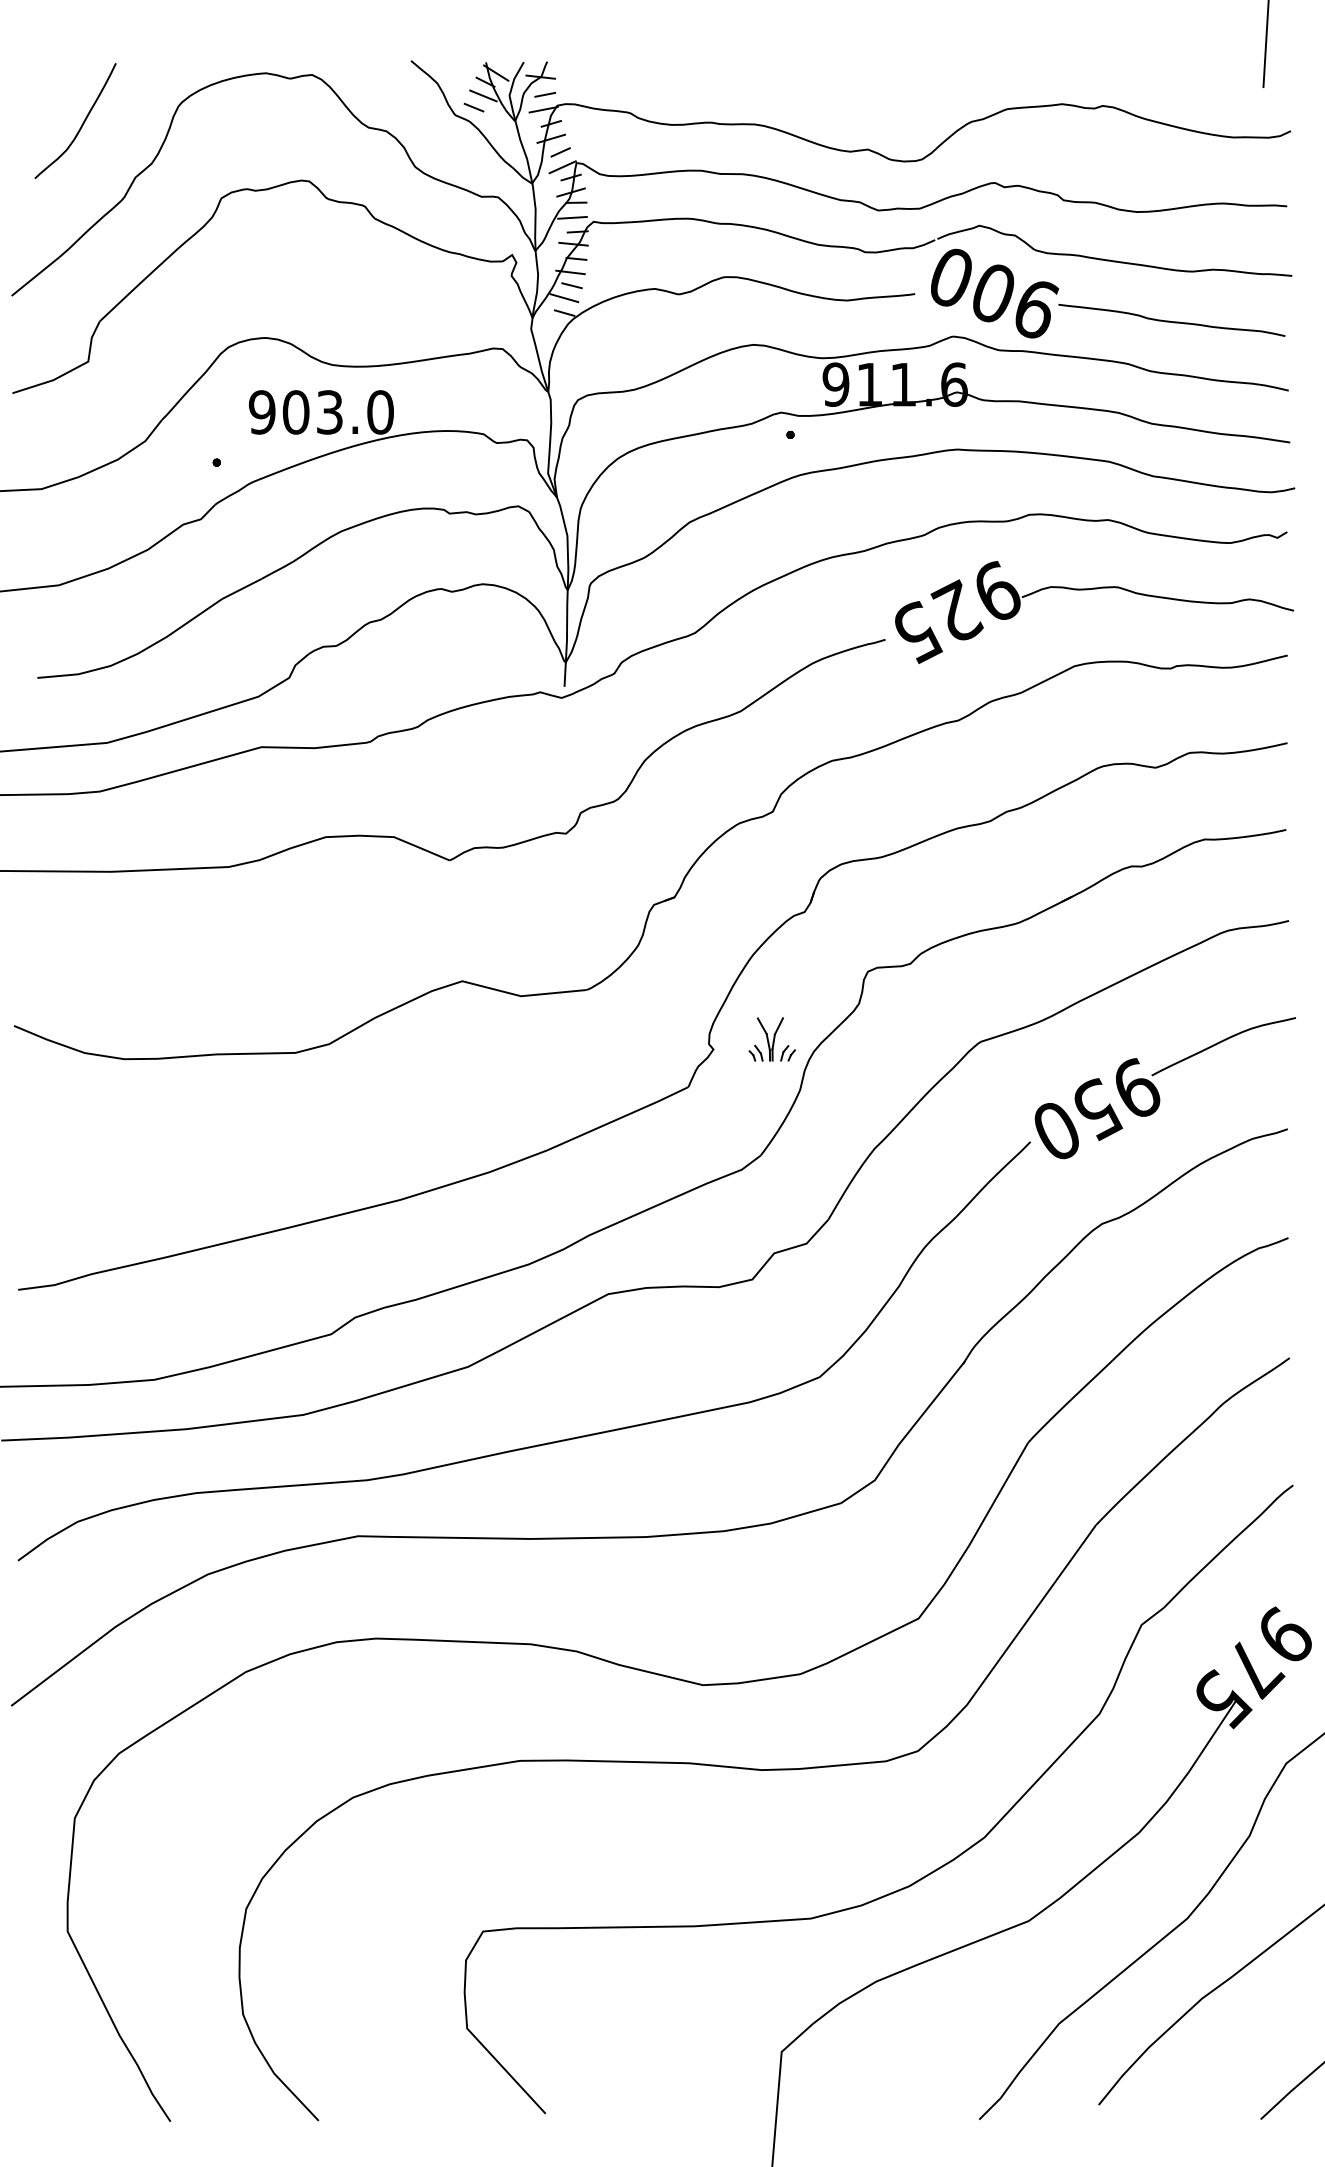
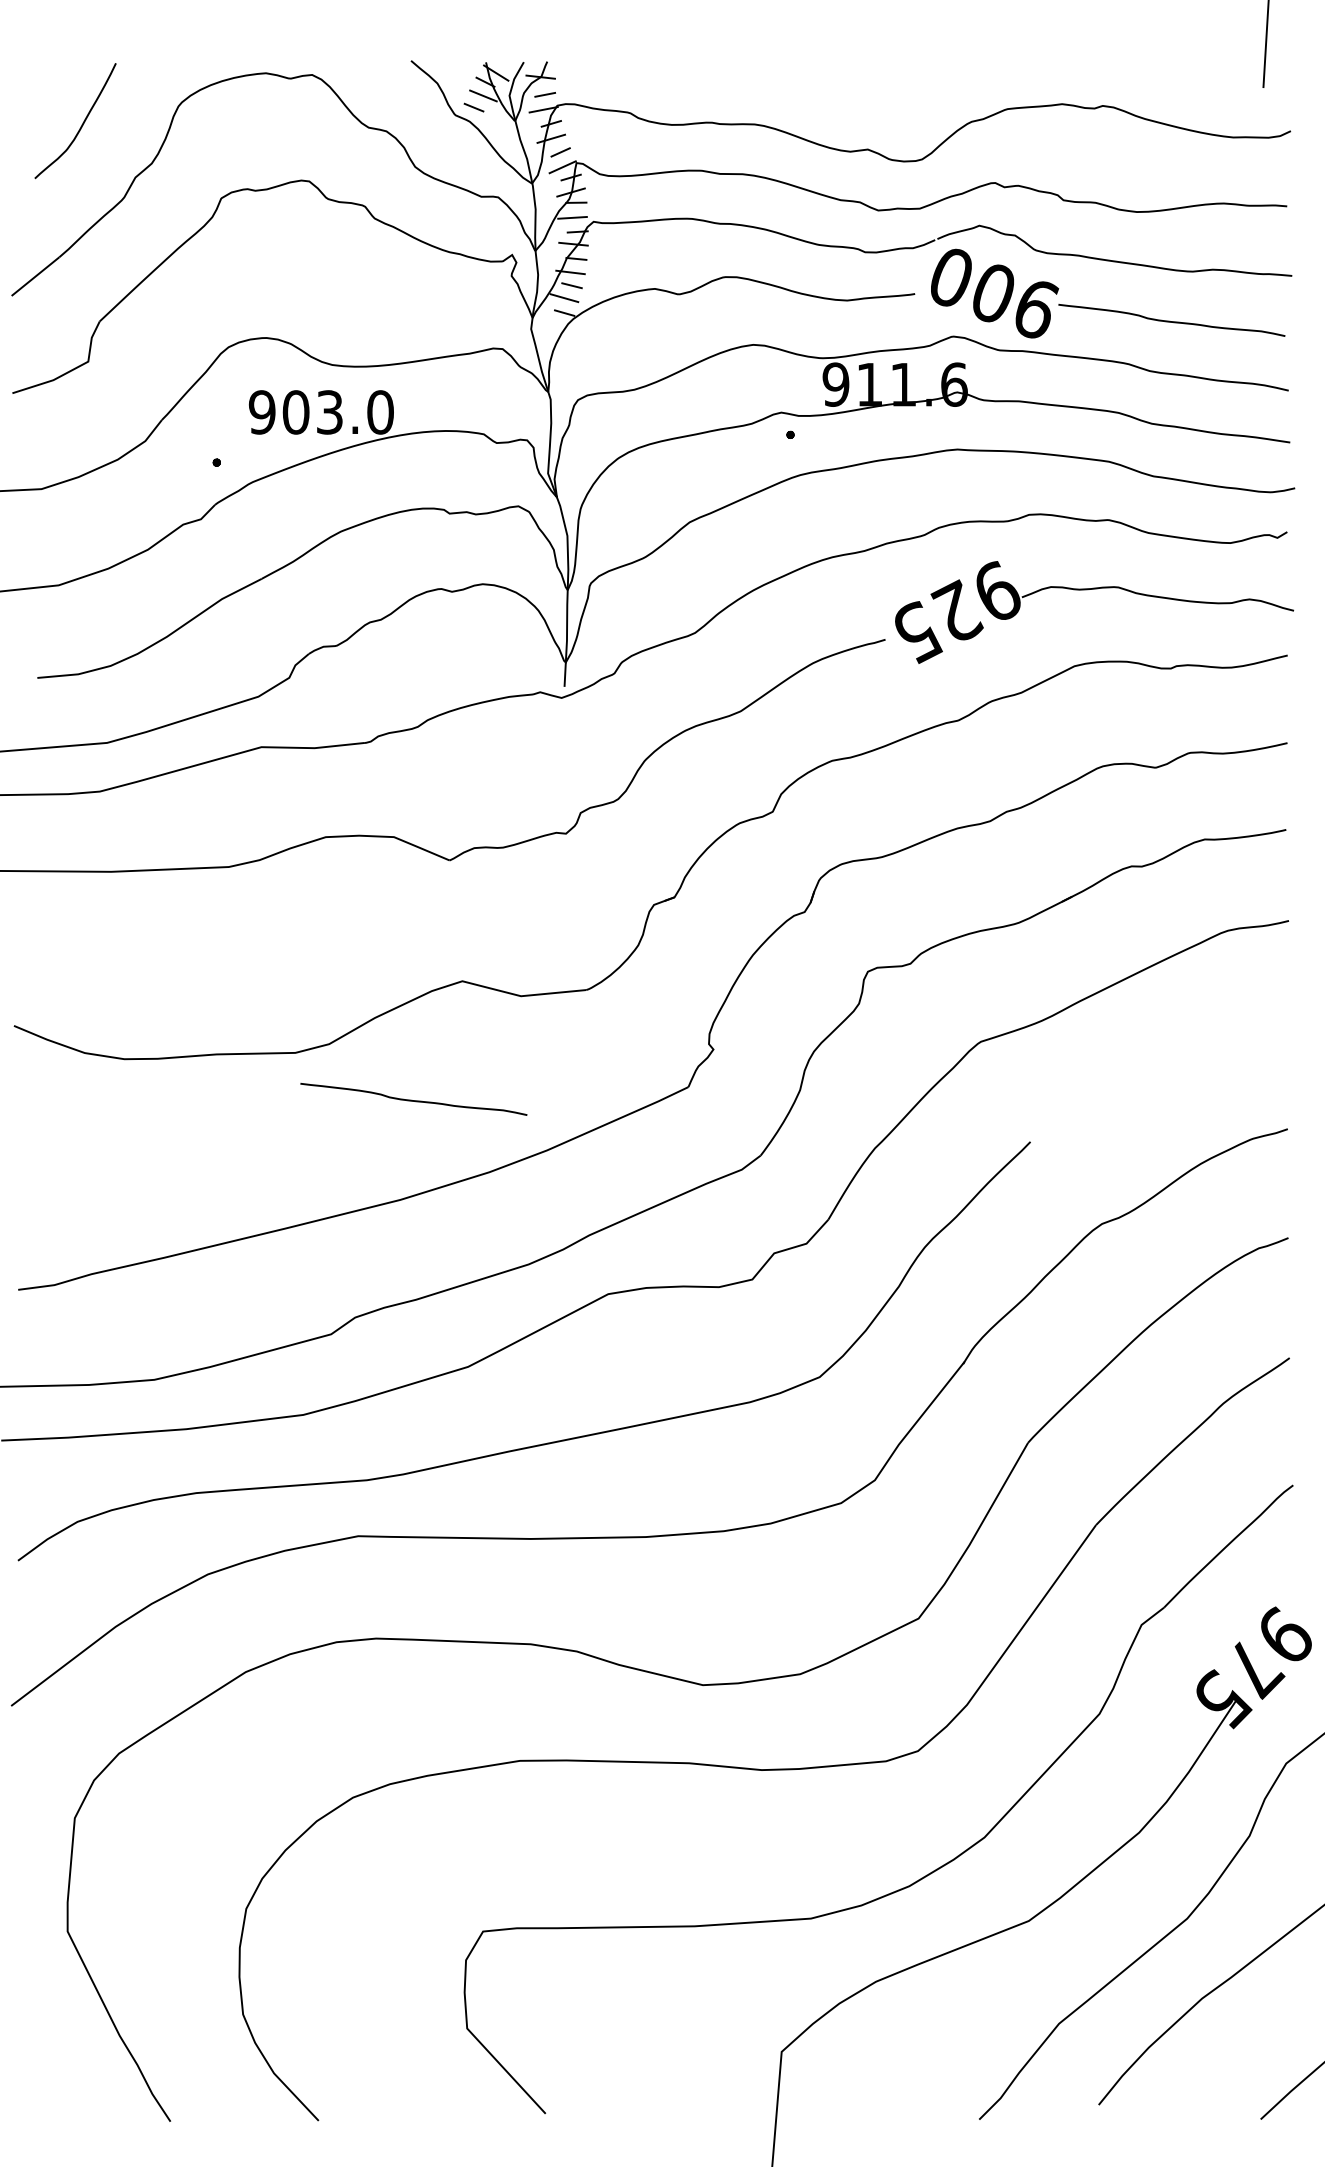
part at (771, 1039): present -> none
part at (1158, 1091): present -> none
curve at (413, 1100): none -> present
